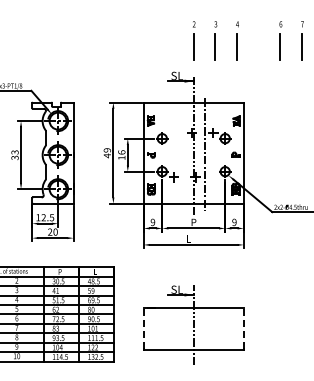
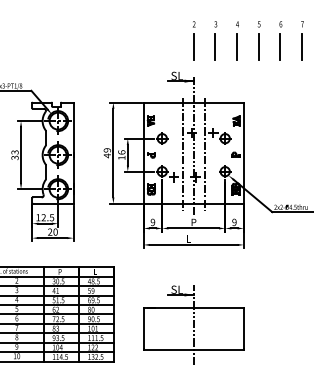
part at (258, 40): none -> present
line at (182, 154): none -> present
line at (143, 328): dashed -> solid
line at (243, 328): dashed -> solid
